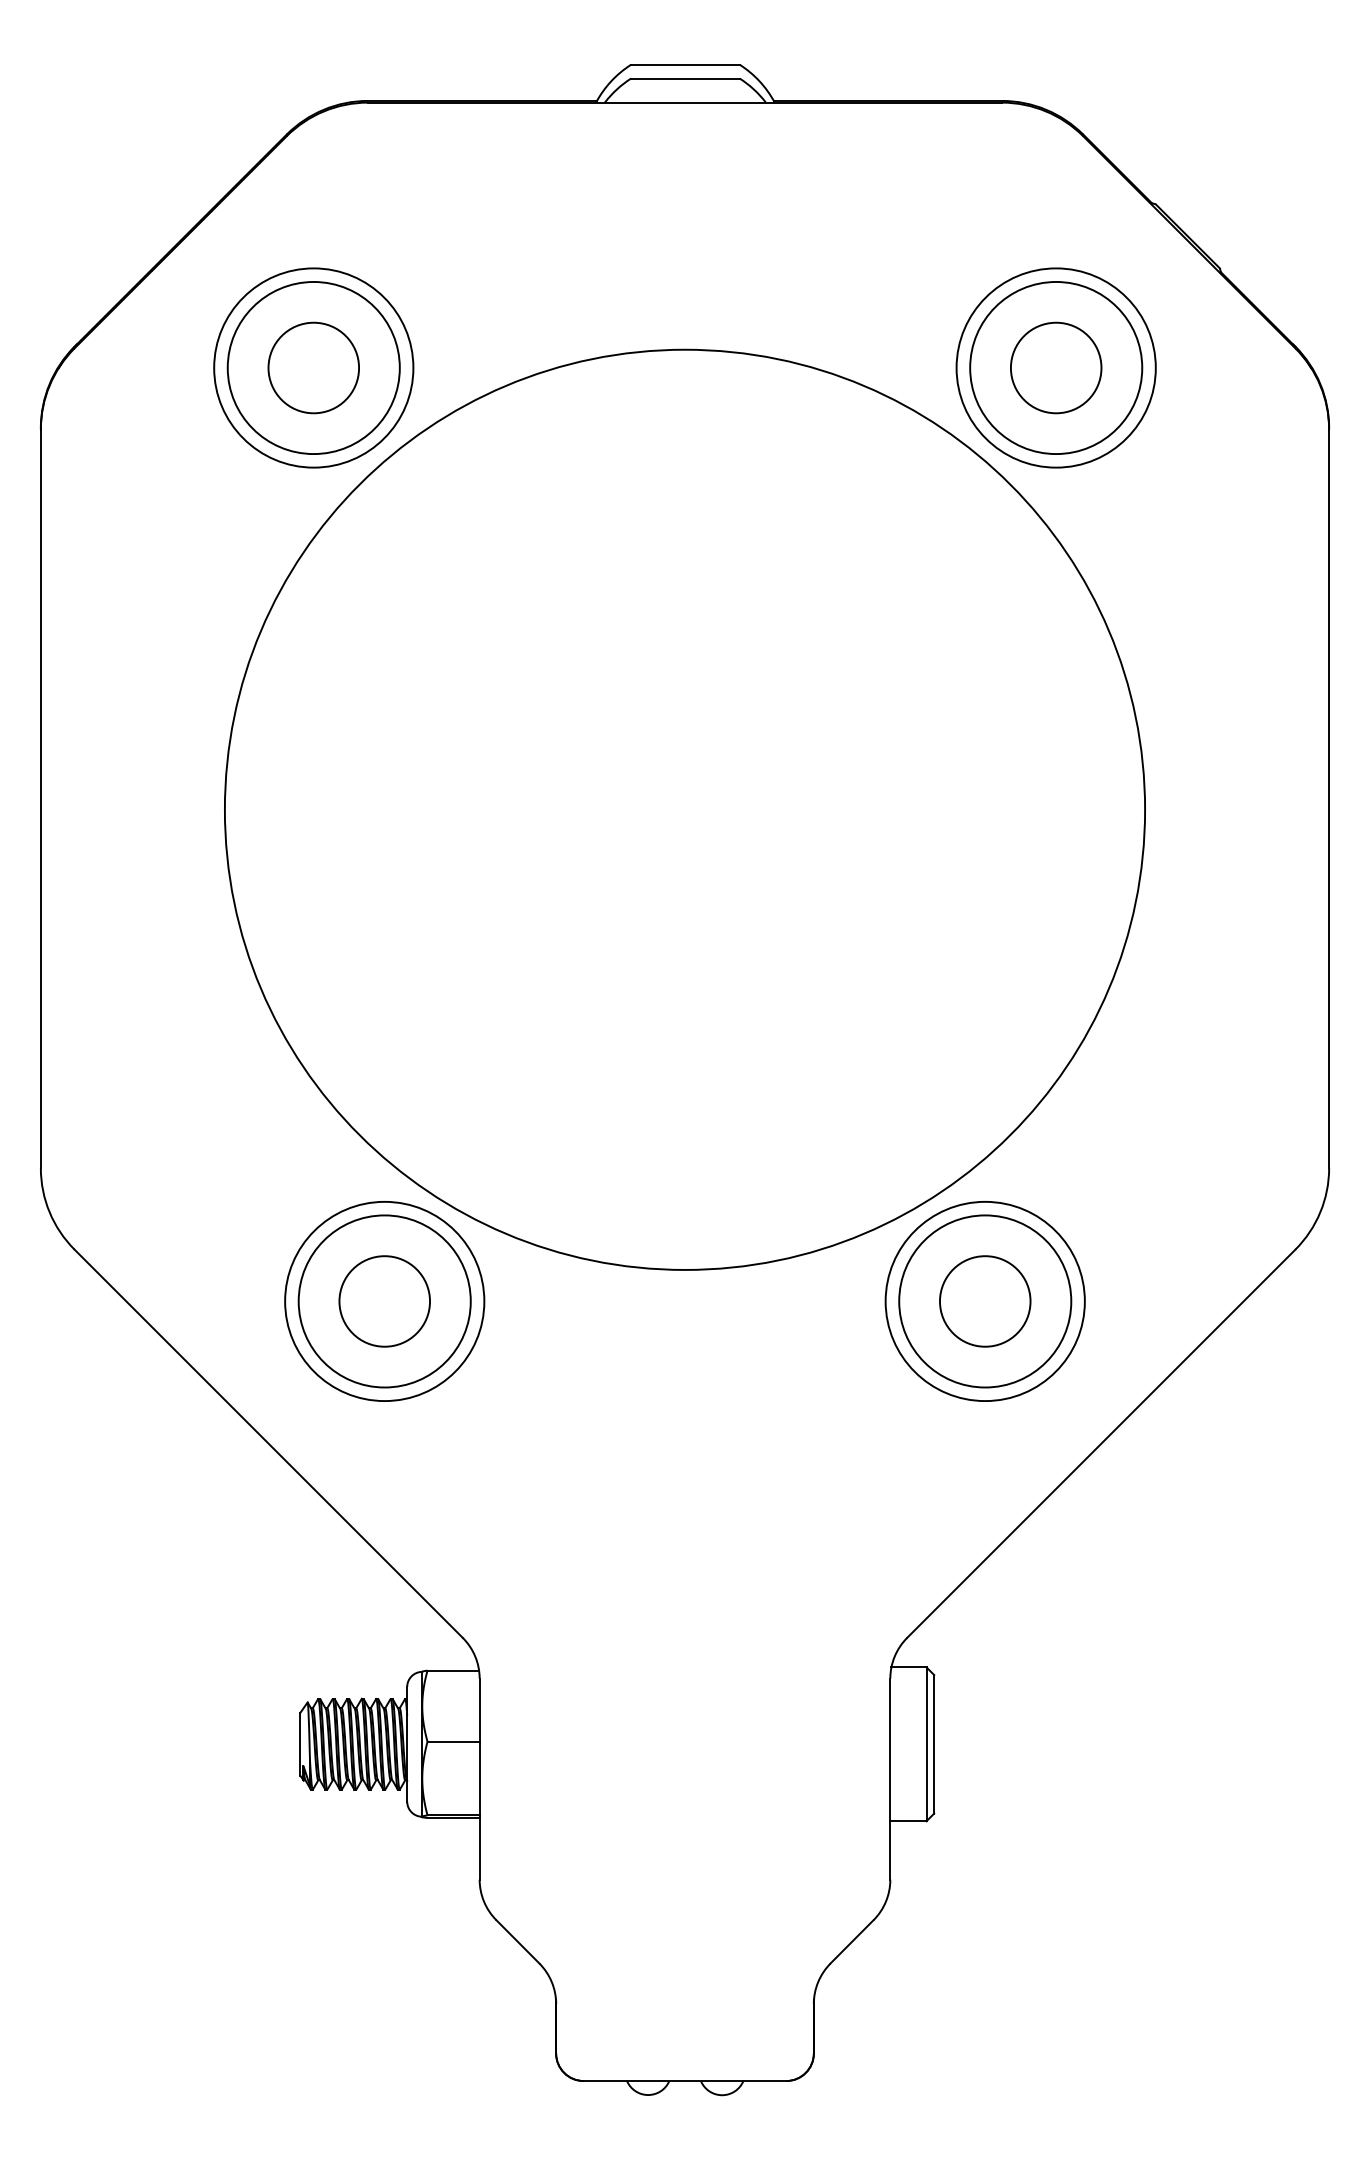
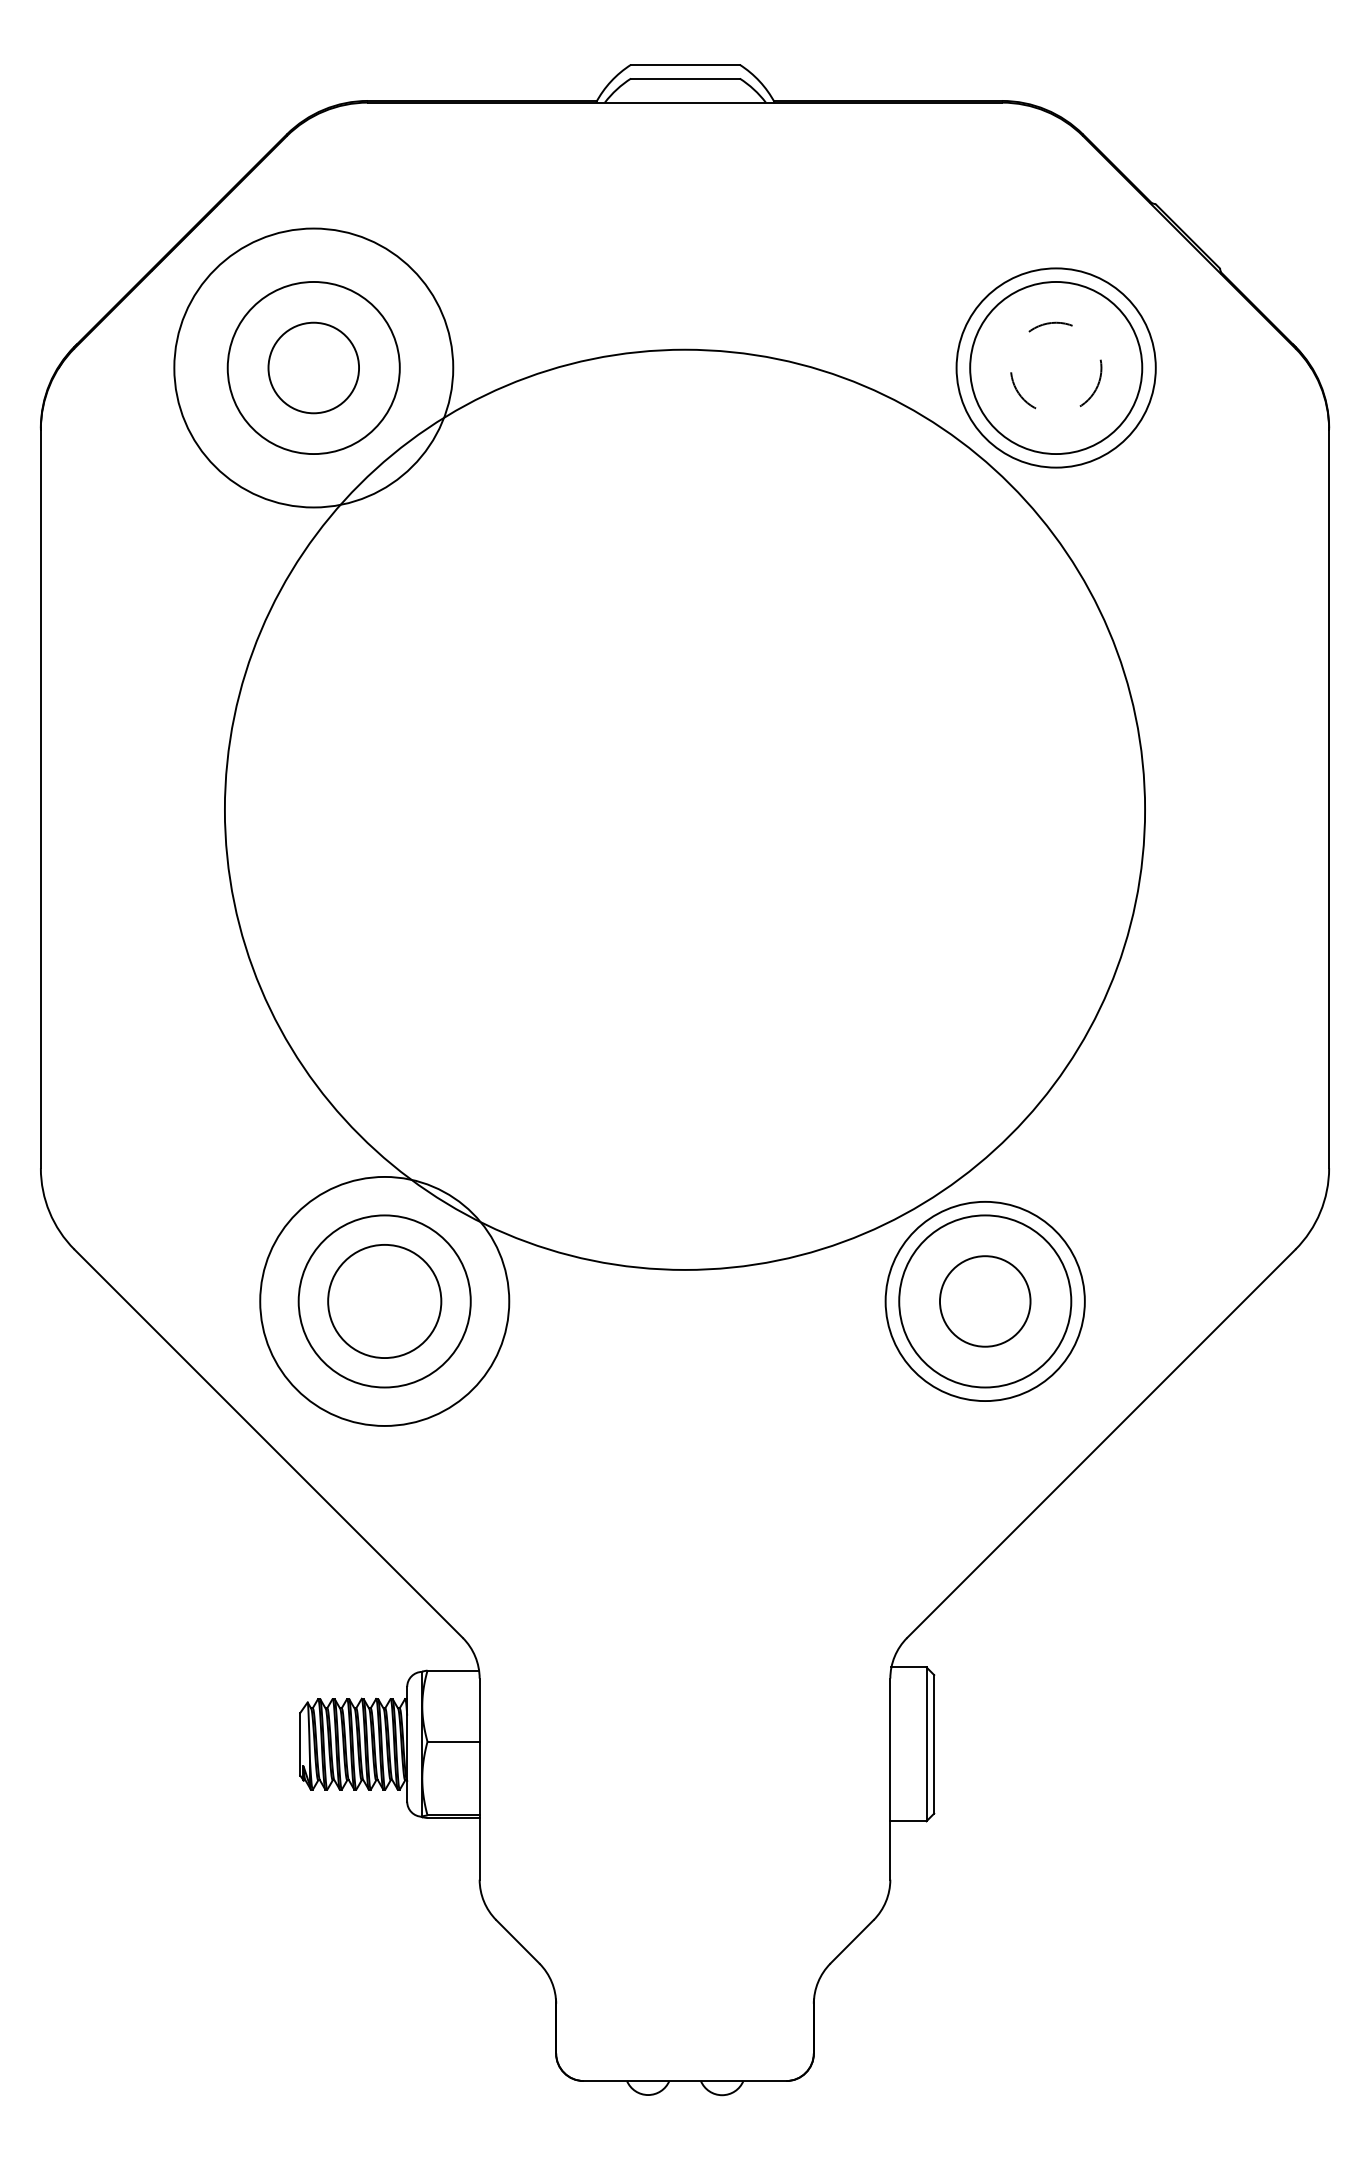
circle at (313, 367) diameter: 199 px -> 279 px
circle at (1055, 367): solid -> dashed
circle at (384, 1301) diameter: 199 px -> 249 px
circle at (384, 1301) diameter: 91 px -> 113 px
